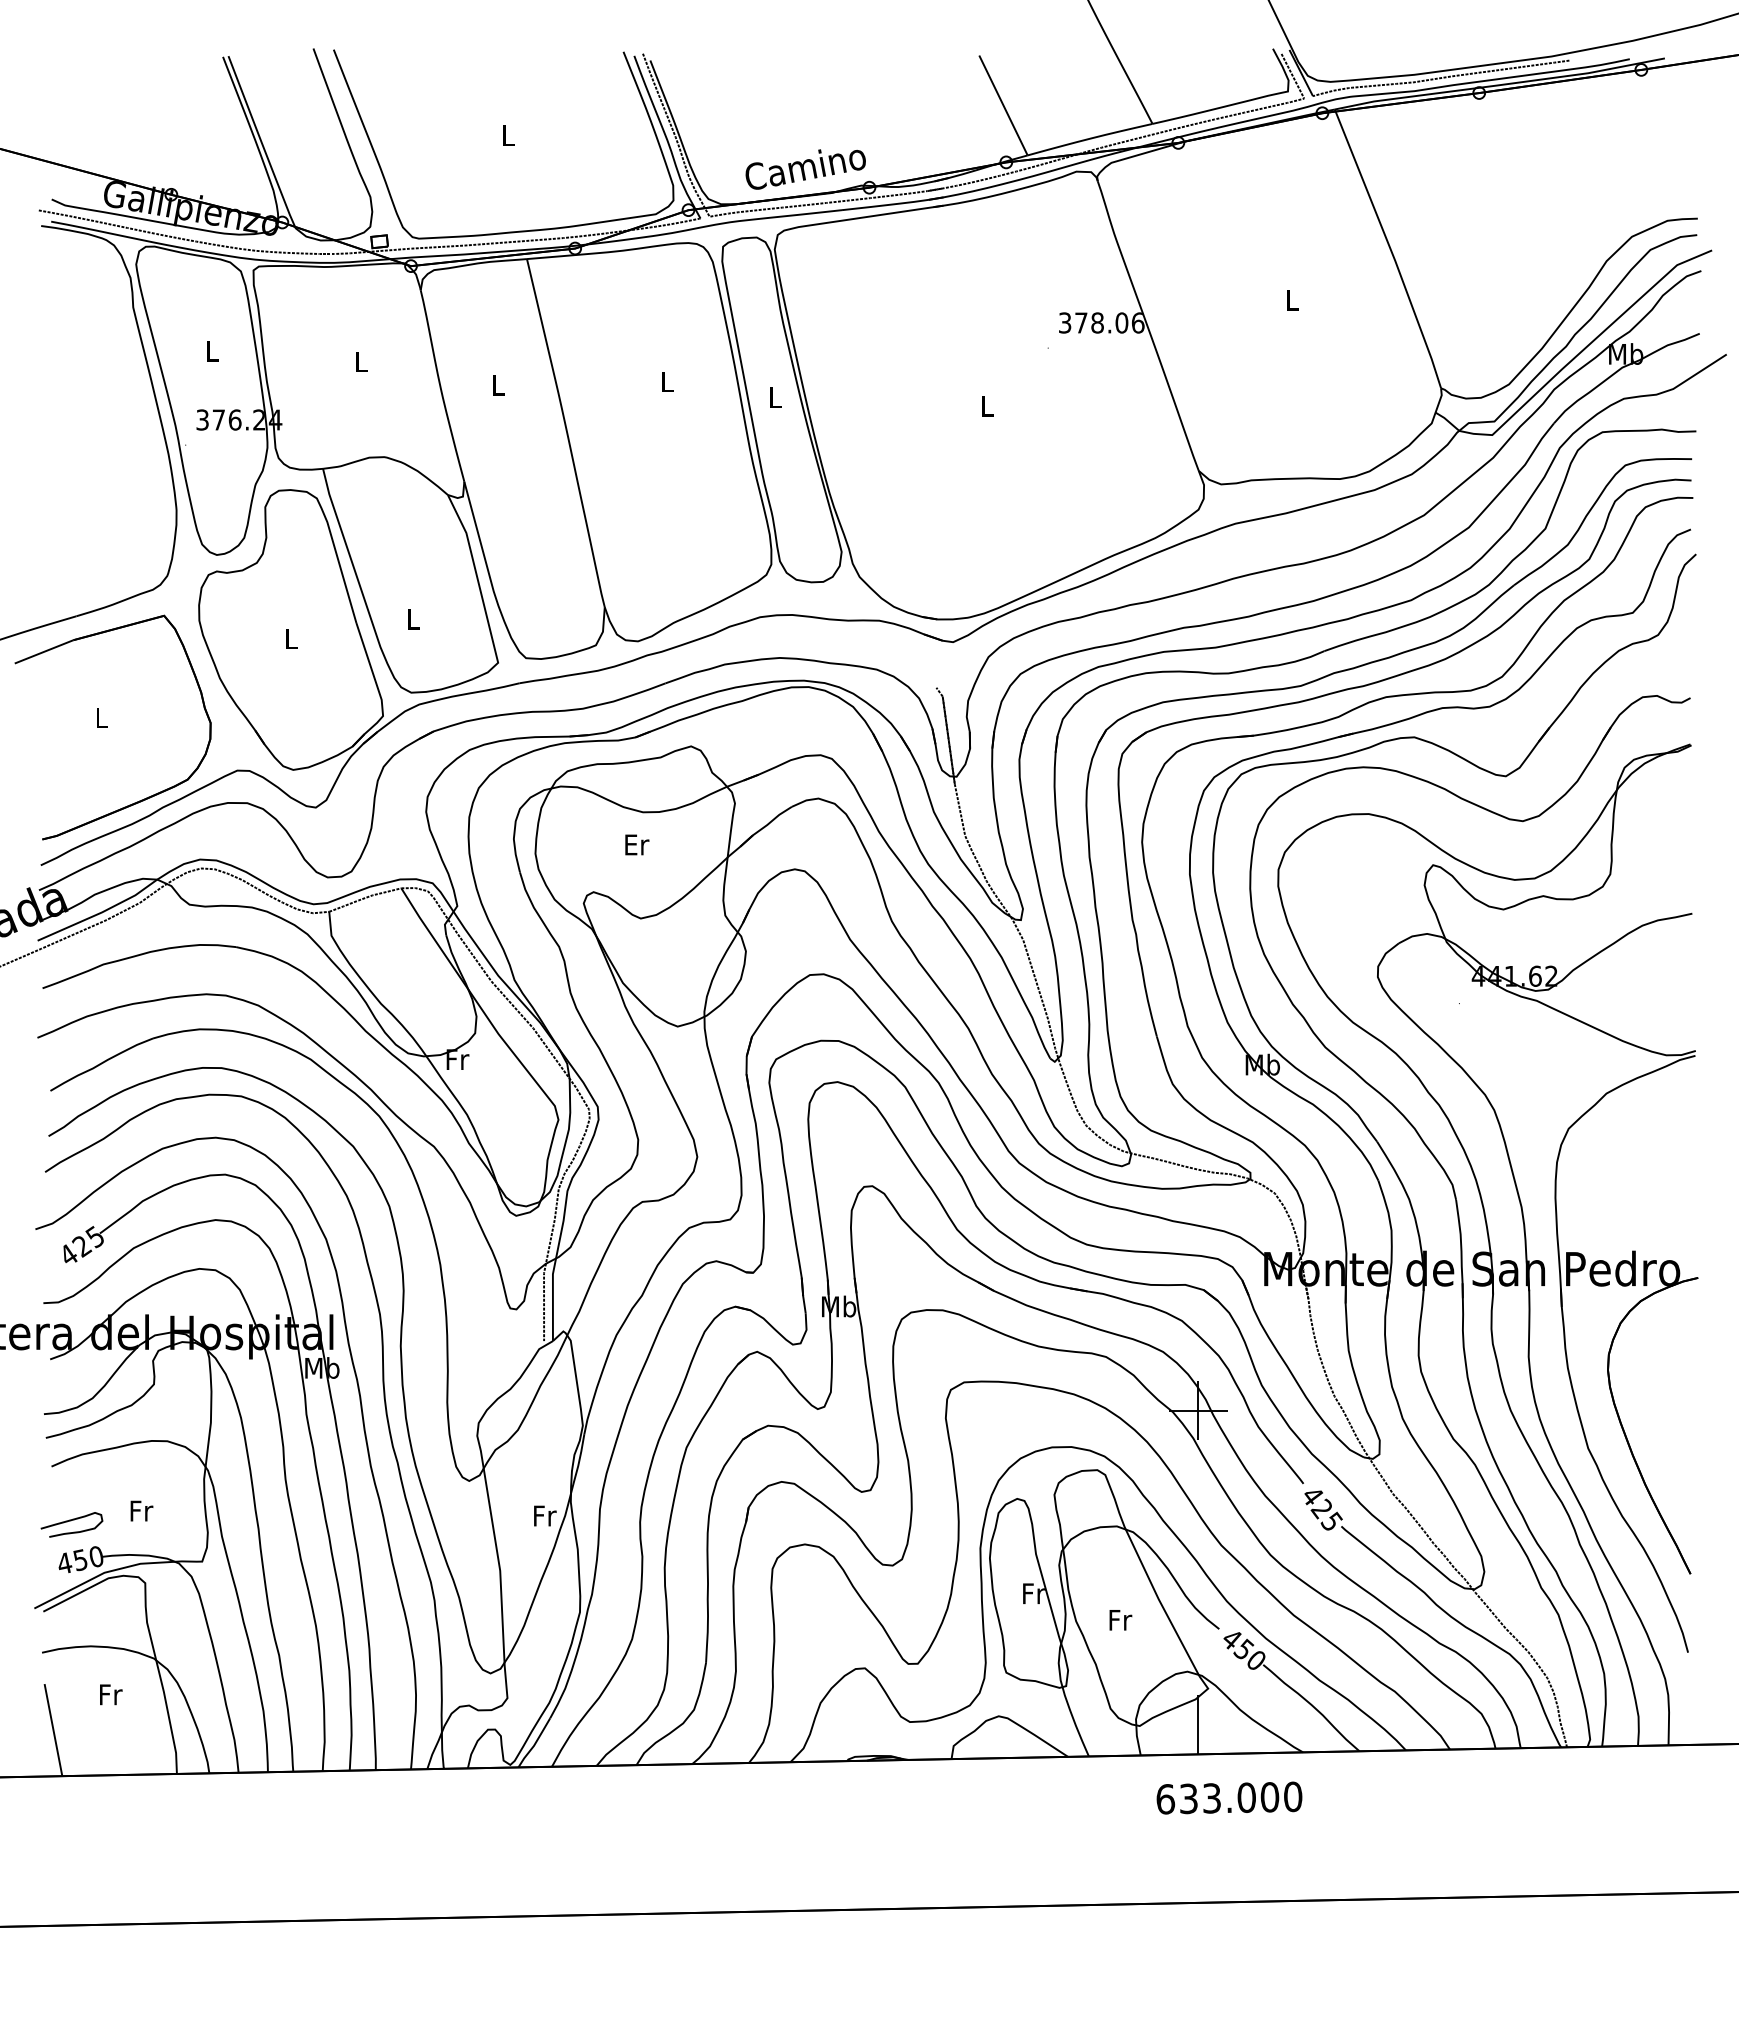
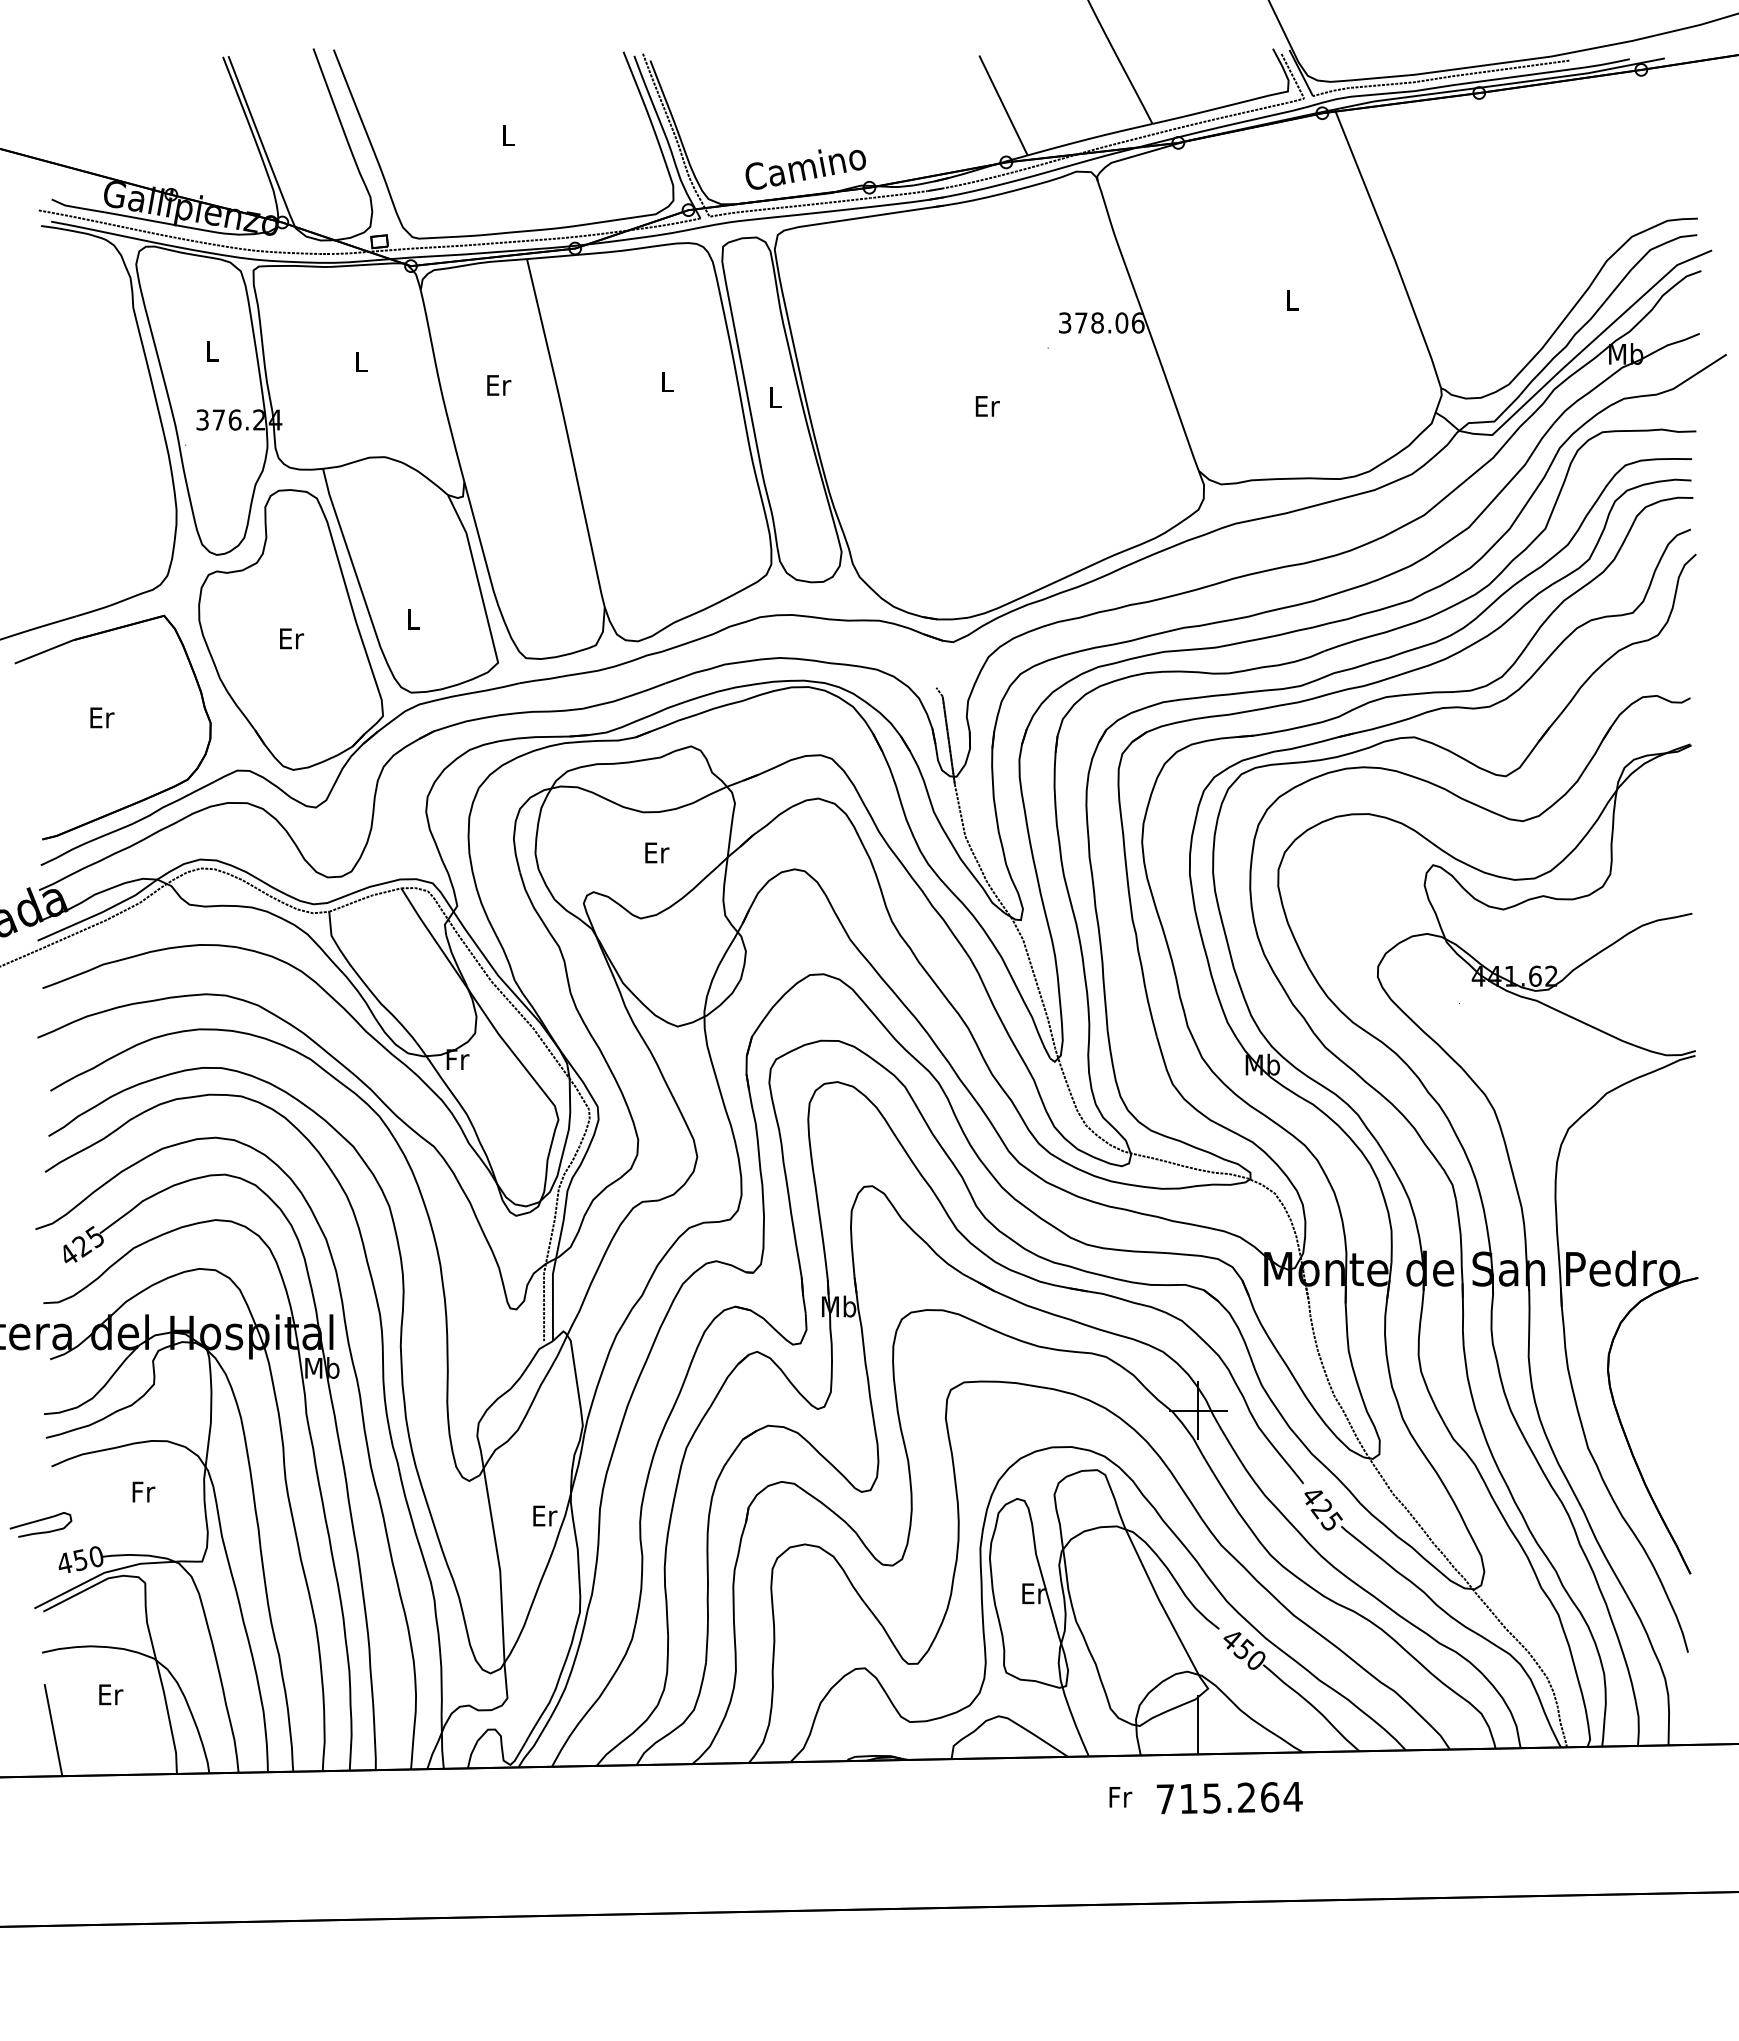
text at (499, 385): L -> Er
text at (987, 406): L -> Er
text at (292, 638): L -> Er
text at (102, 717): L -> Er
text at (637, 844) position: (637, 844) -> (657, 852)
text at (141, 1510) position: (141, 1510) -> (143, 1491)
text at (545, 1515): Fr -> Er
curve at (71, 1521) position: (71, 1521) -> (40, 1521)
text at (1034, 1593): Fr -> Er
text at (1120, 1620) position: (1120, 1620) -> (1120, 1797)
text at (111, 1694): Fr -> Er
text at (1229, 1797): 633.000 -> 715.264
